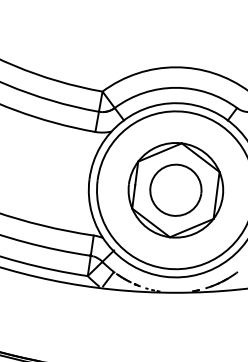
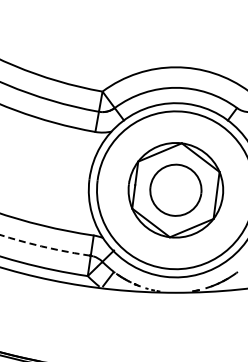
arc at (44, 247): solid -> dashed
